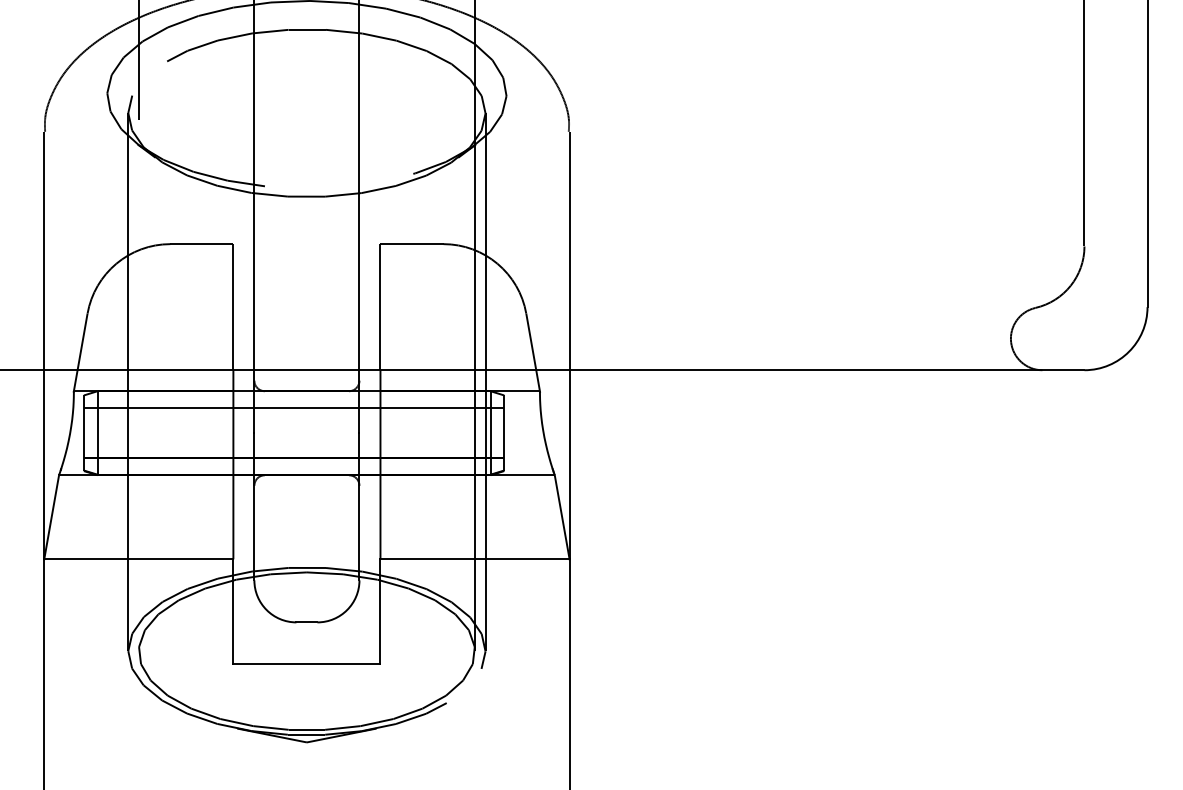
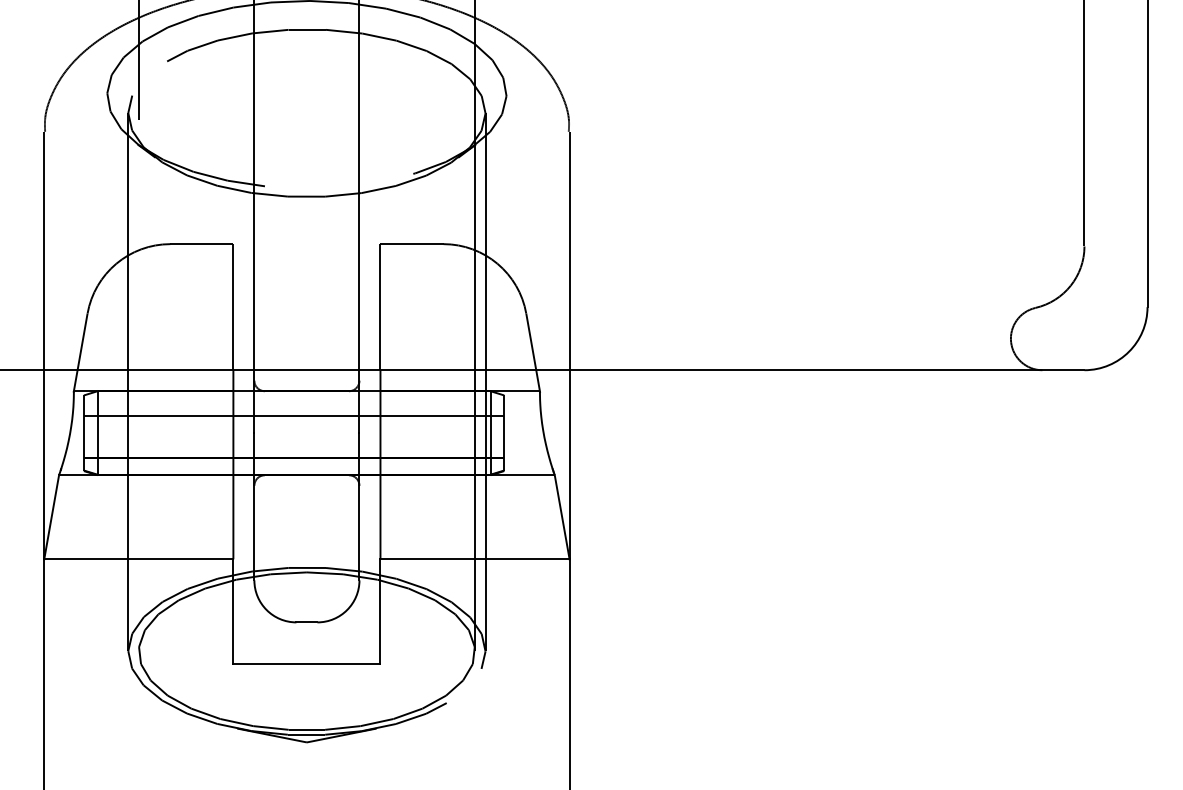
line at (293, 408) position: (293, 408) -> (293, 416)
